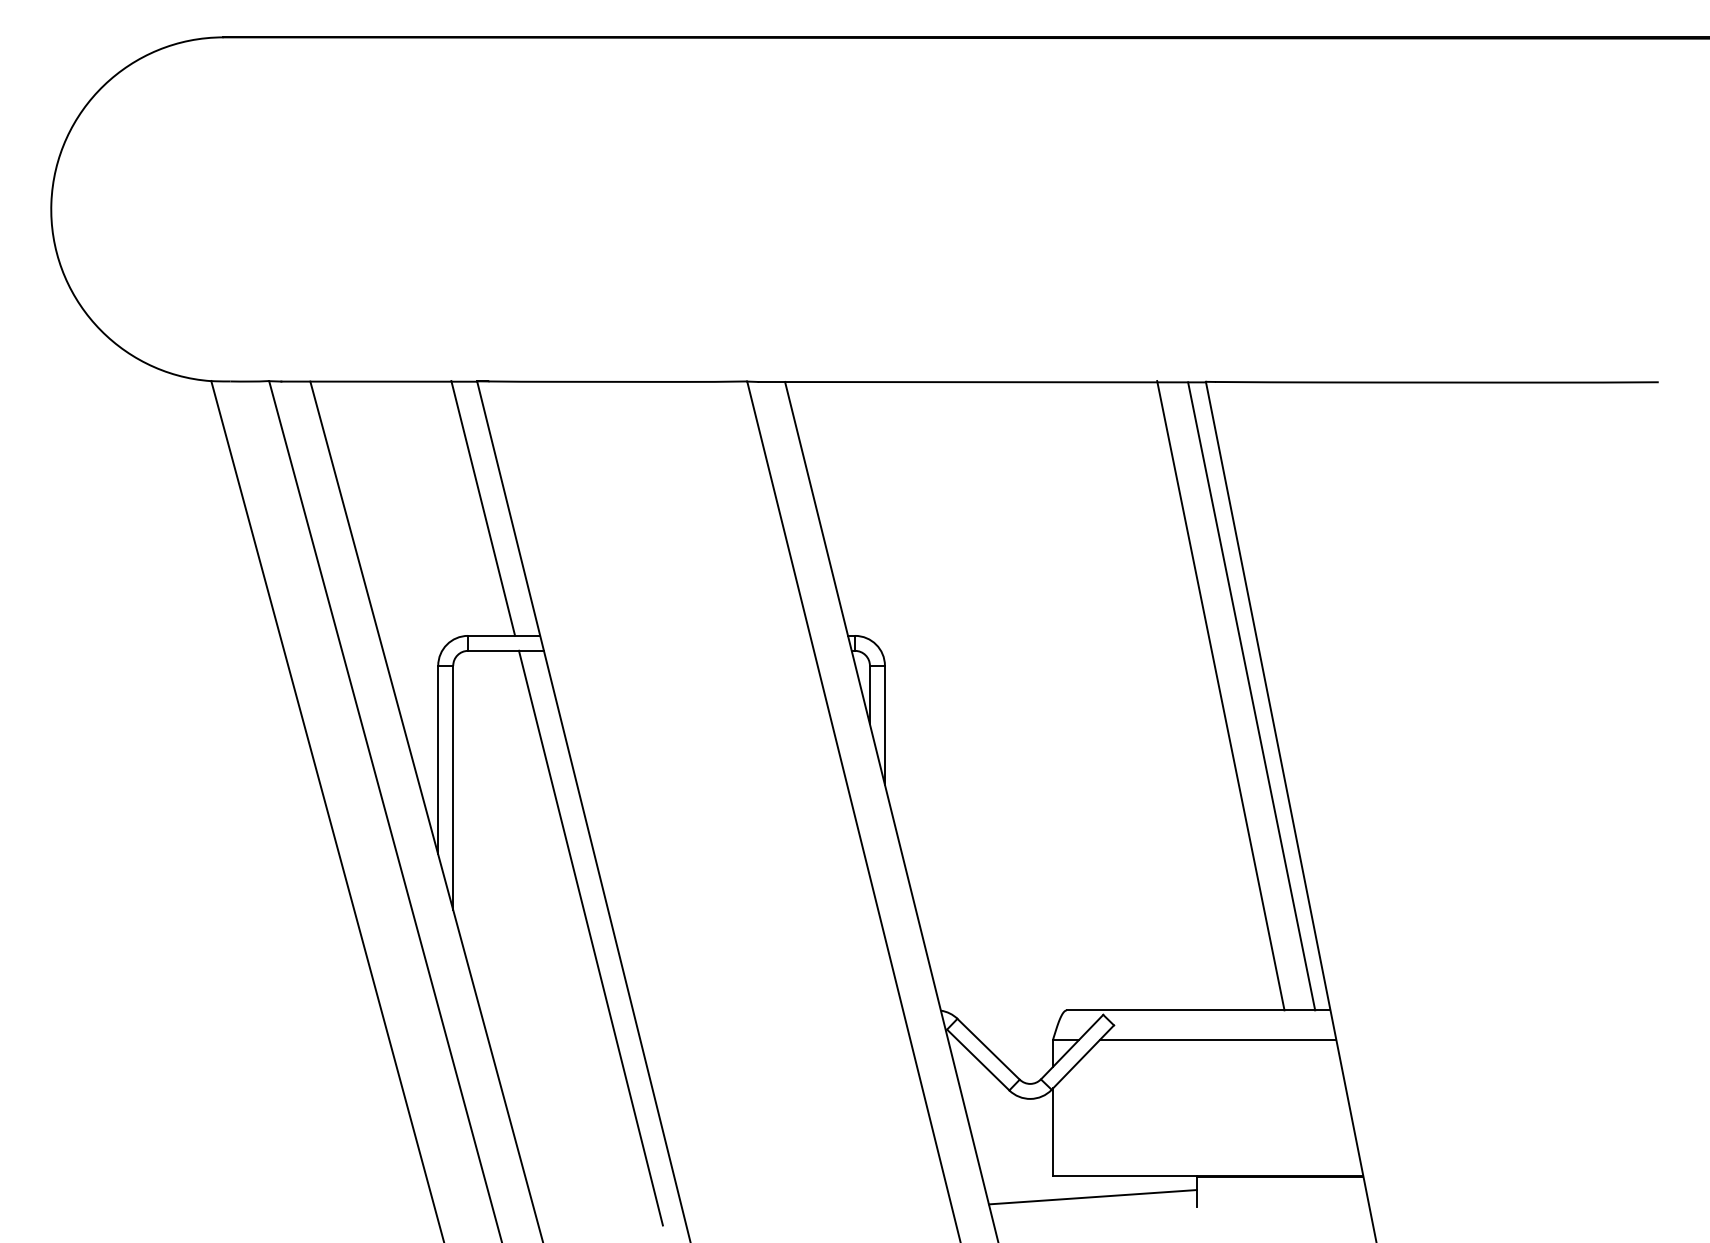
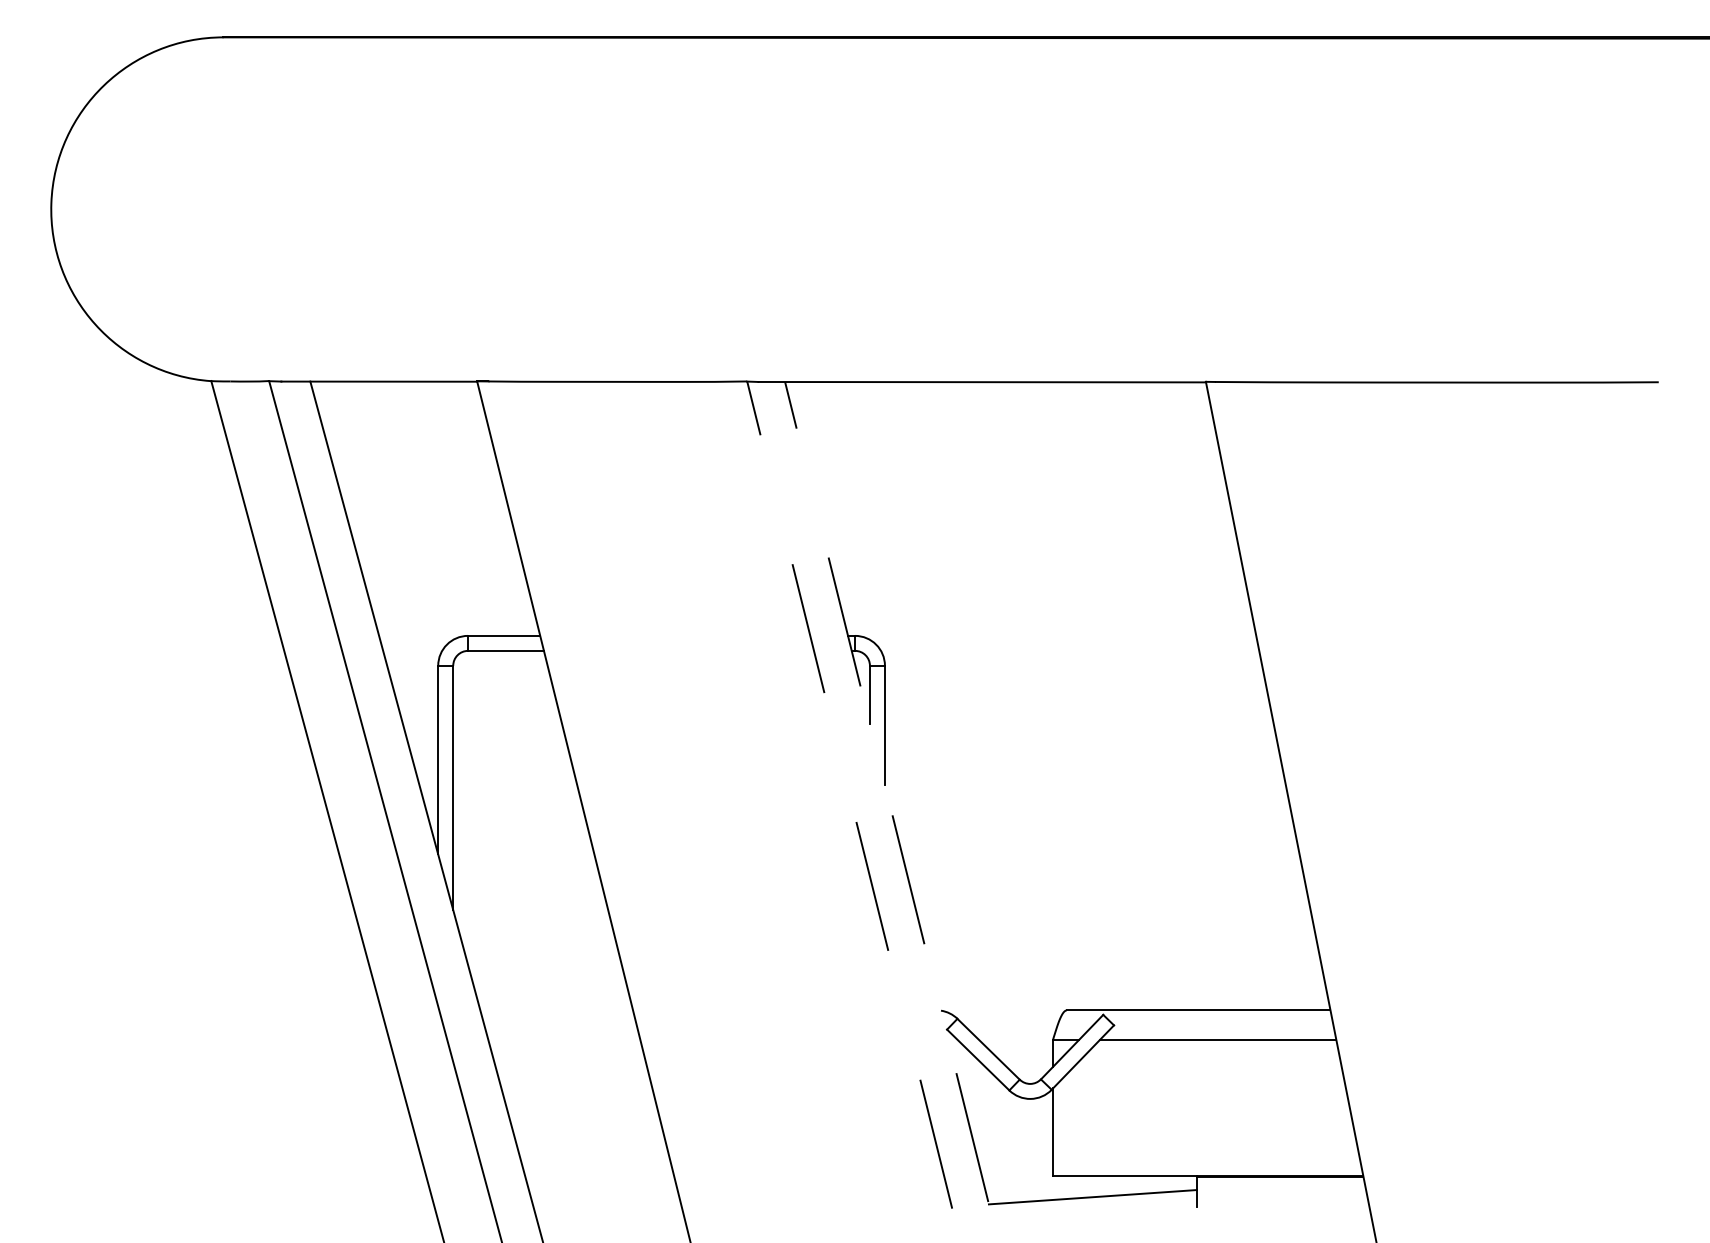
line at (483, 508): present -> none
line at (1220, 695): present -> none
line at (1251, 696): present -> none
line at (853, 811): solid -> dashed
line at (891, 811): solid -> dashed
line at (590, 937): present -> none
